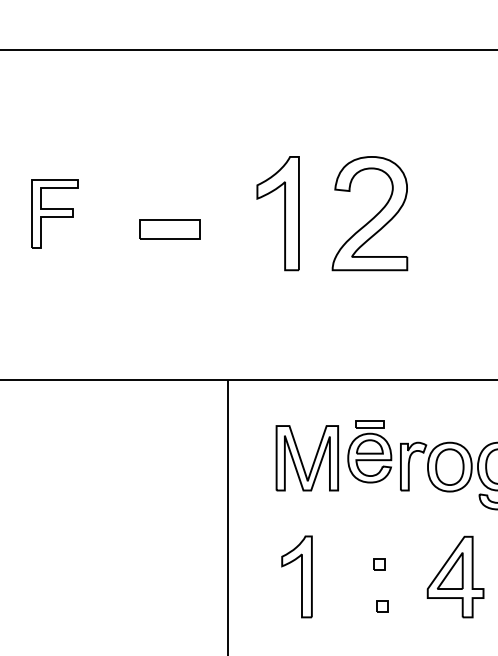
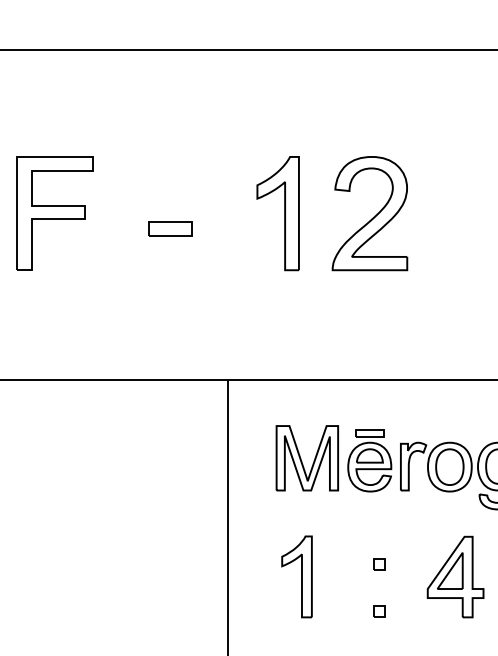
part at (54, 213) size: 48x70 px -> 78x115 px
part at (169, 229) size: 62x21 px -> 45x16 px
part at (369, 451) position: (369, 451) -> (369, 460)
part at (382, 606) position: (382, 606) -> (379, 611)
